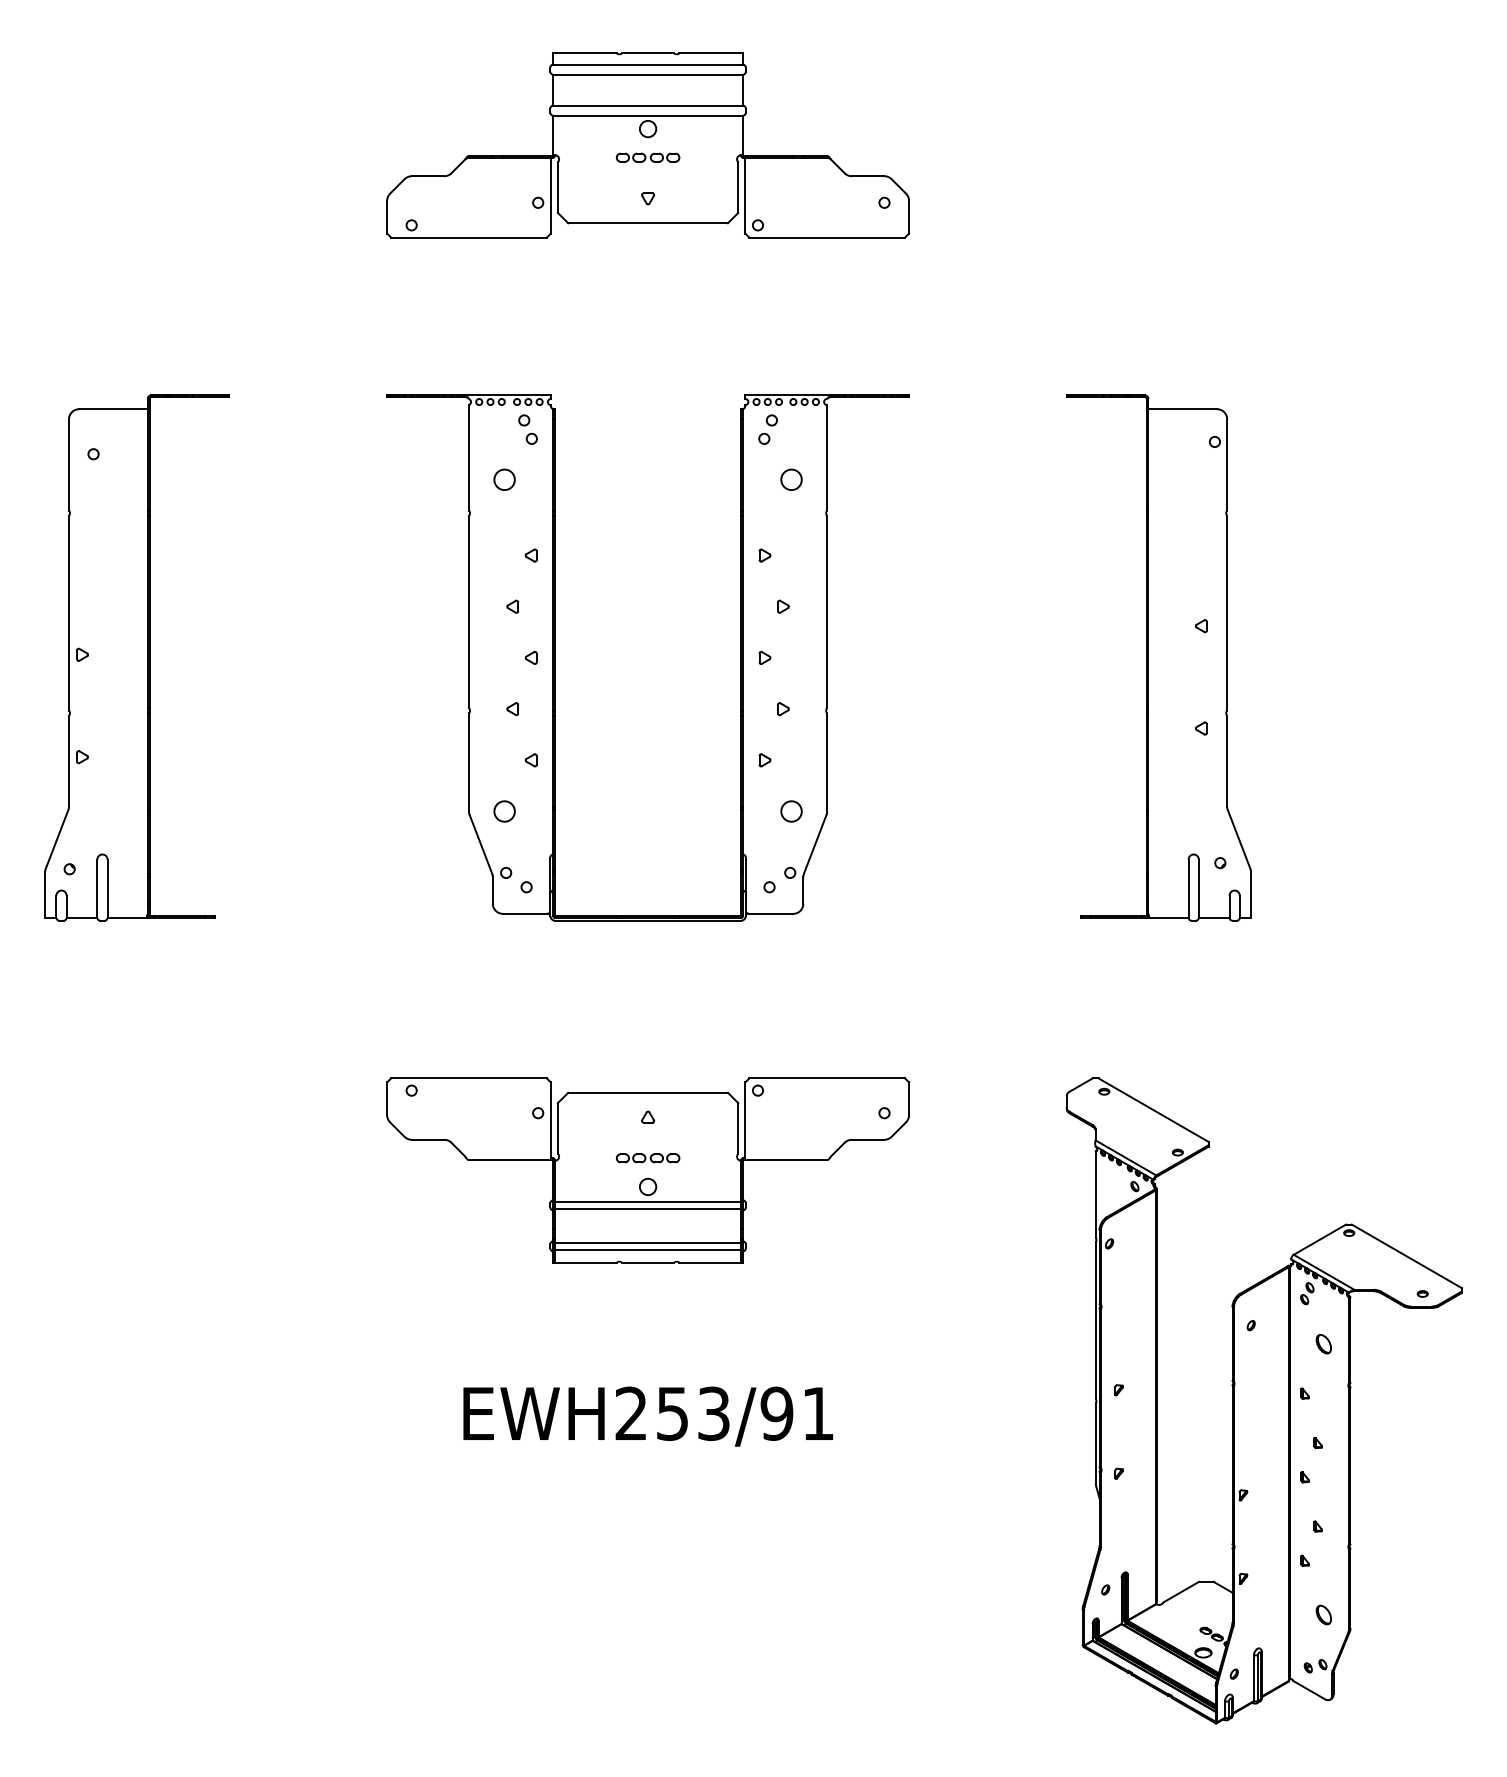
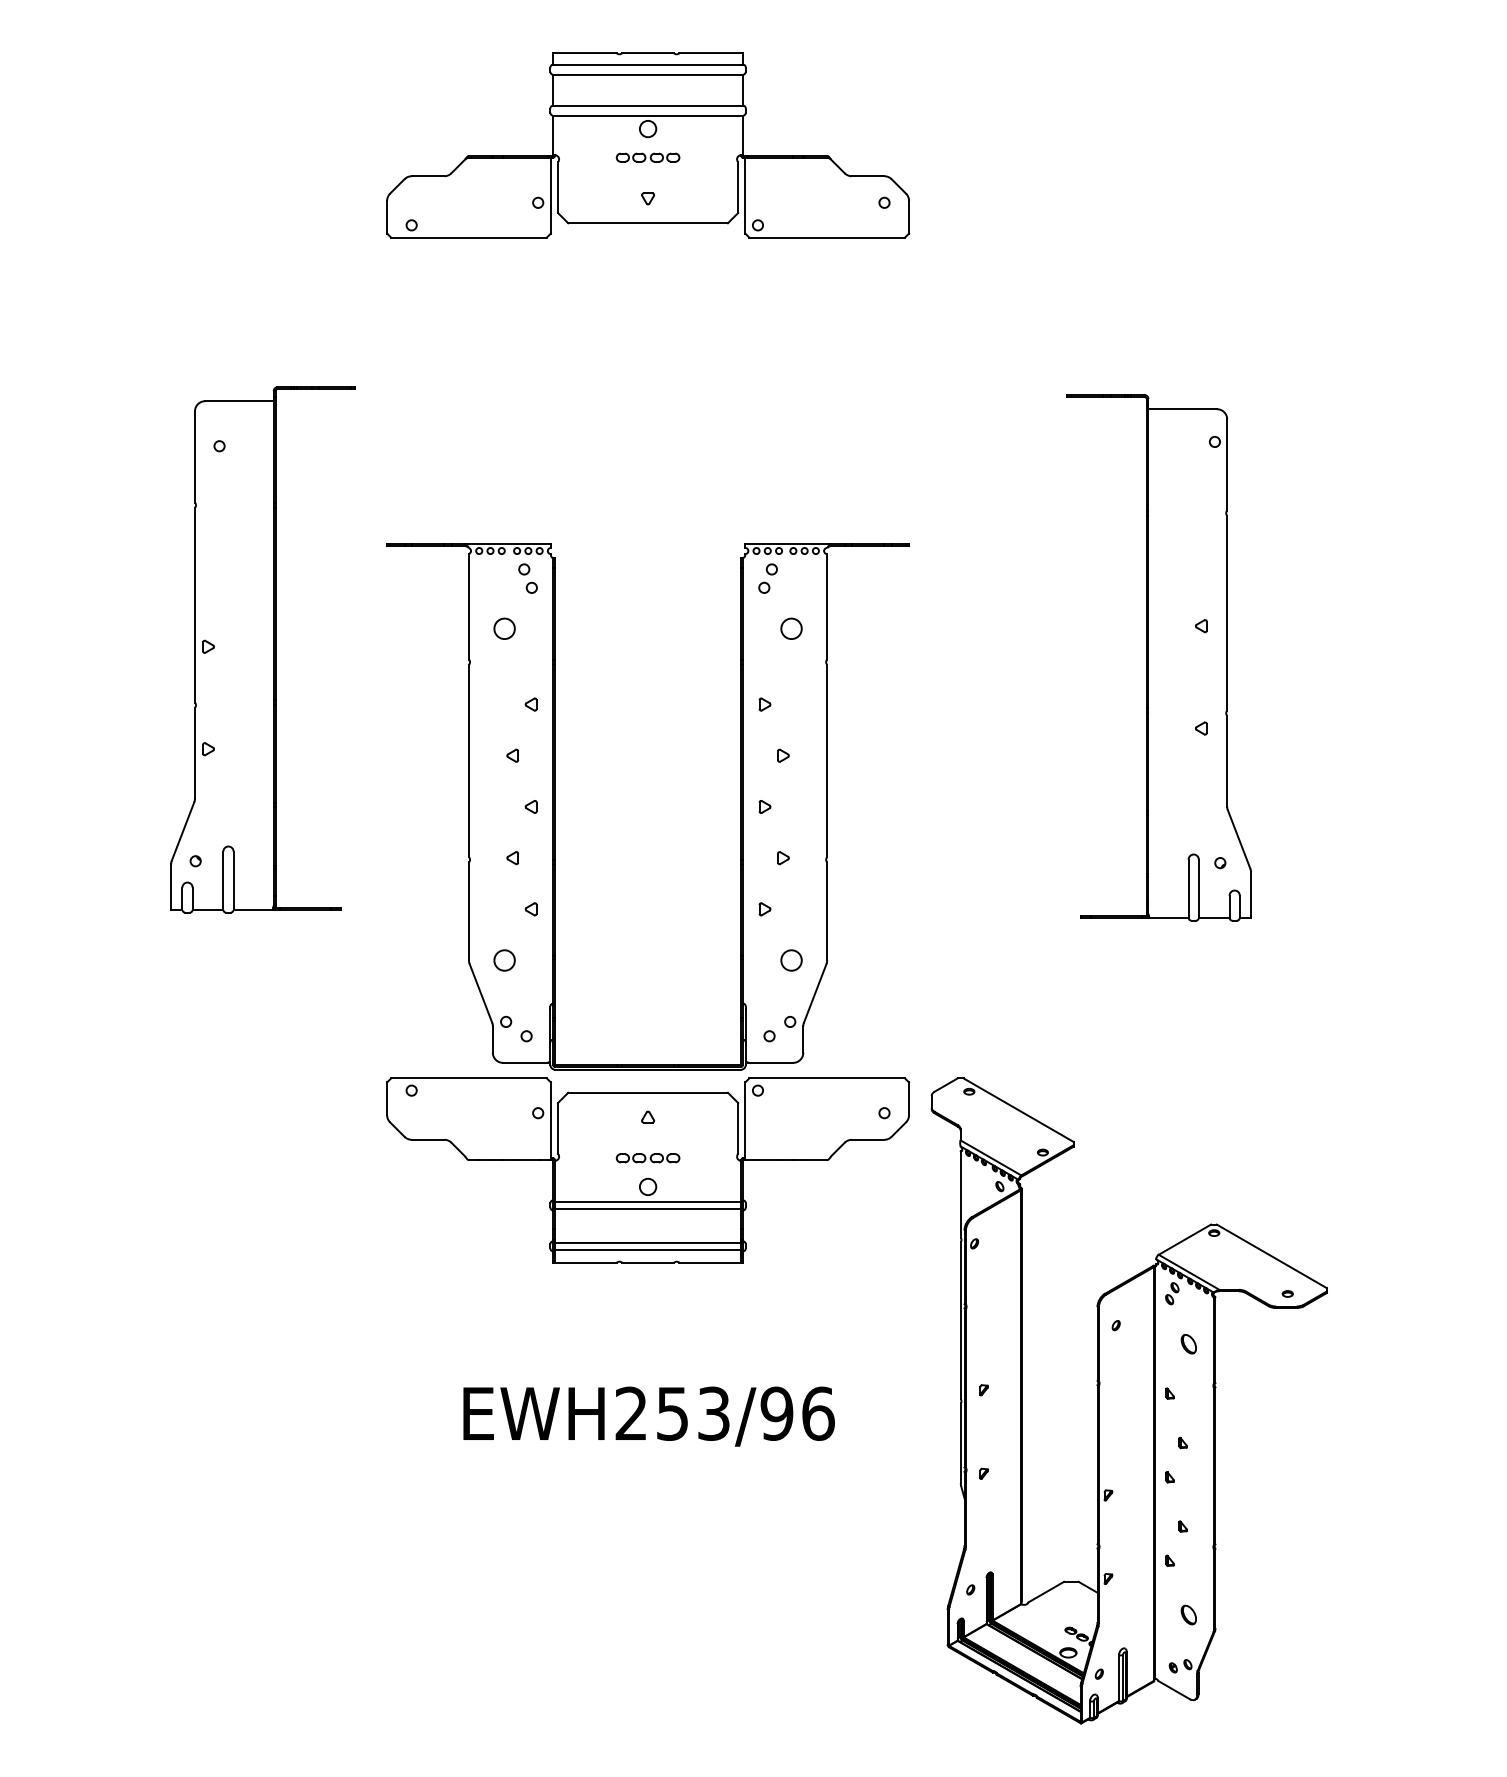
part at (136, 657) position: (136, 657) -> (262, 649)
part at (555, 657) position: (555, 657) -> (555, 806)
part at (1263, 1400) position: (1263, 1400) -> (1128, 1400)
text at (818, 1413): EWH253/91 -> EWH253/96
